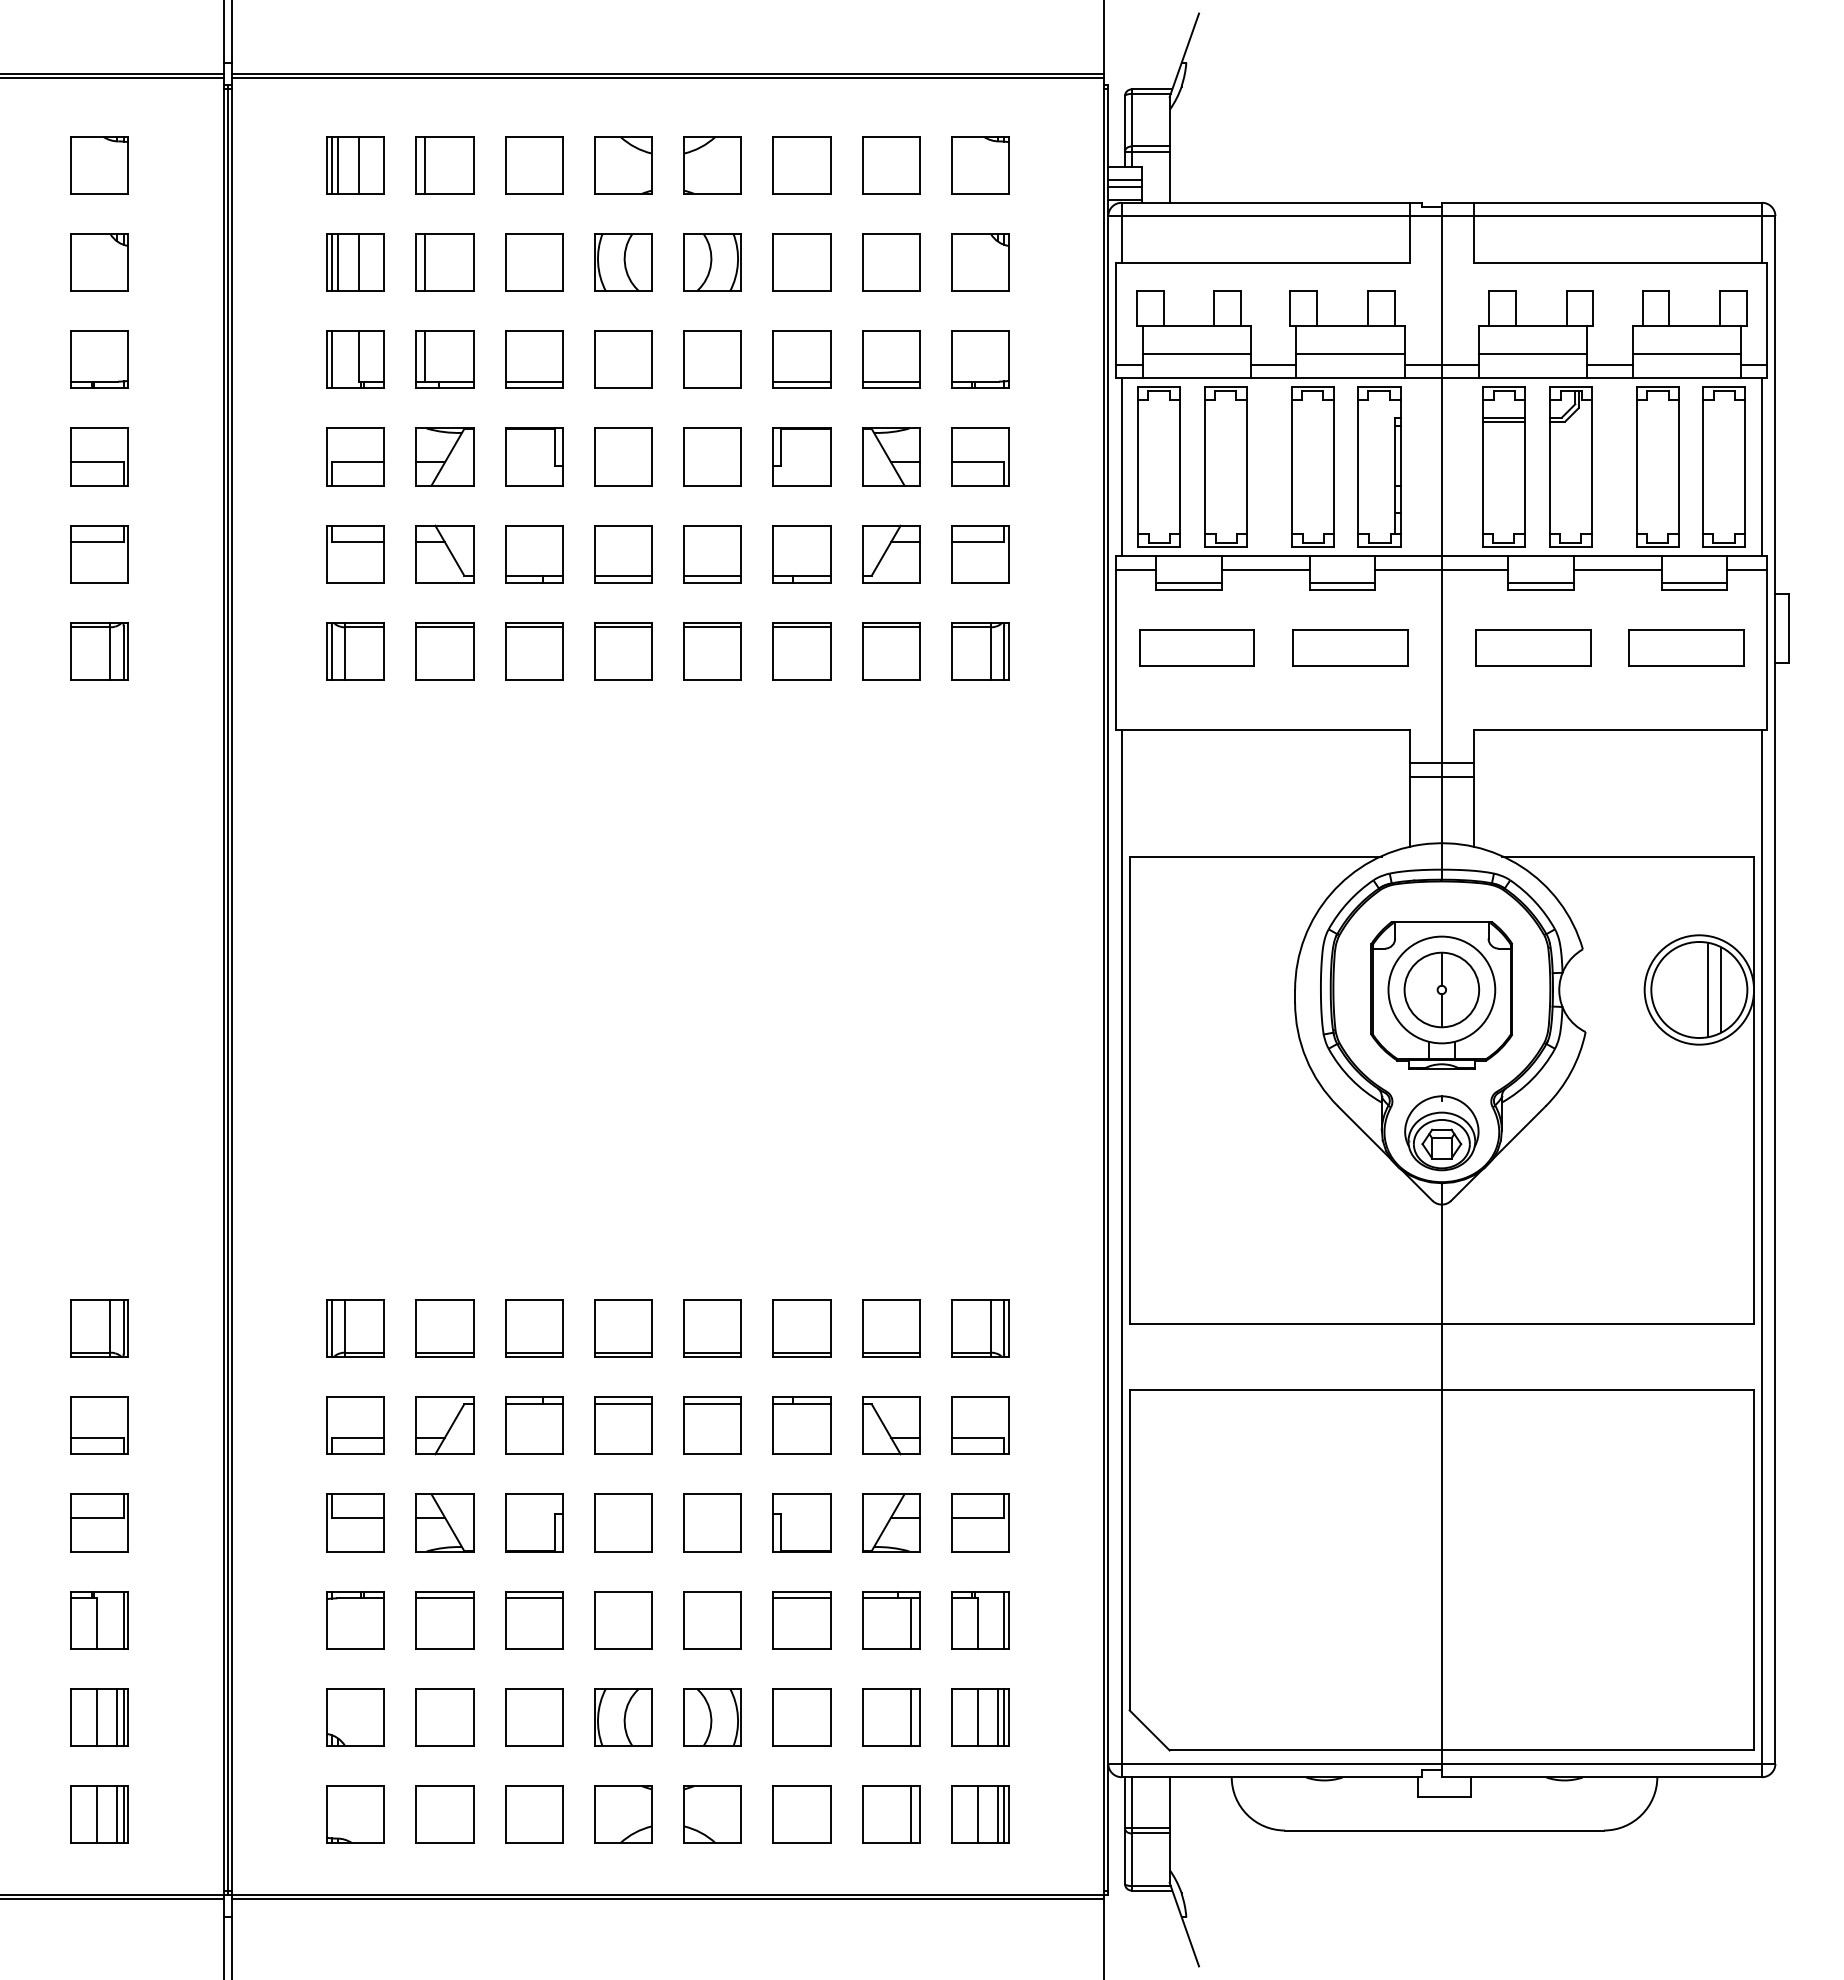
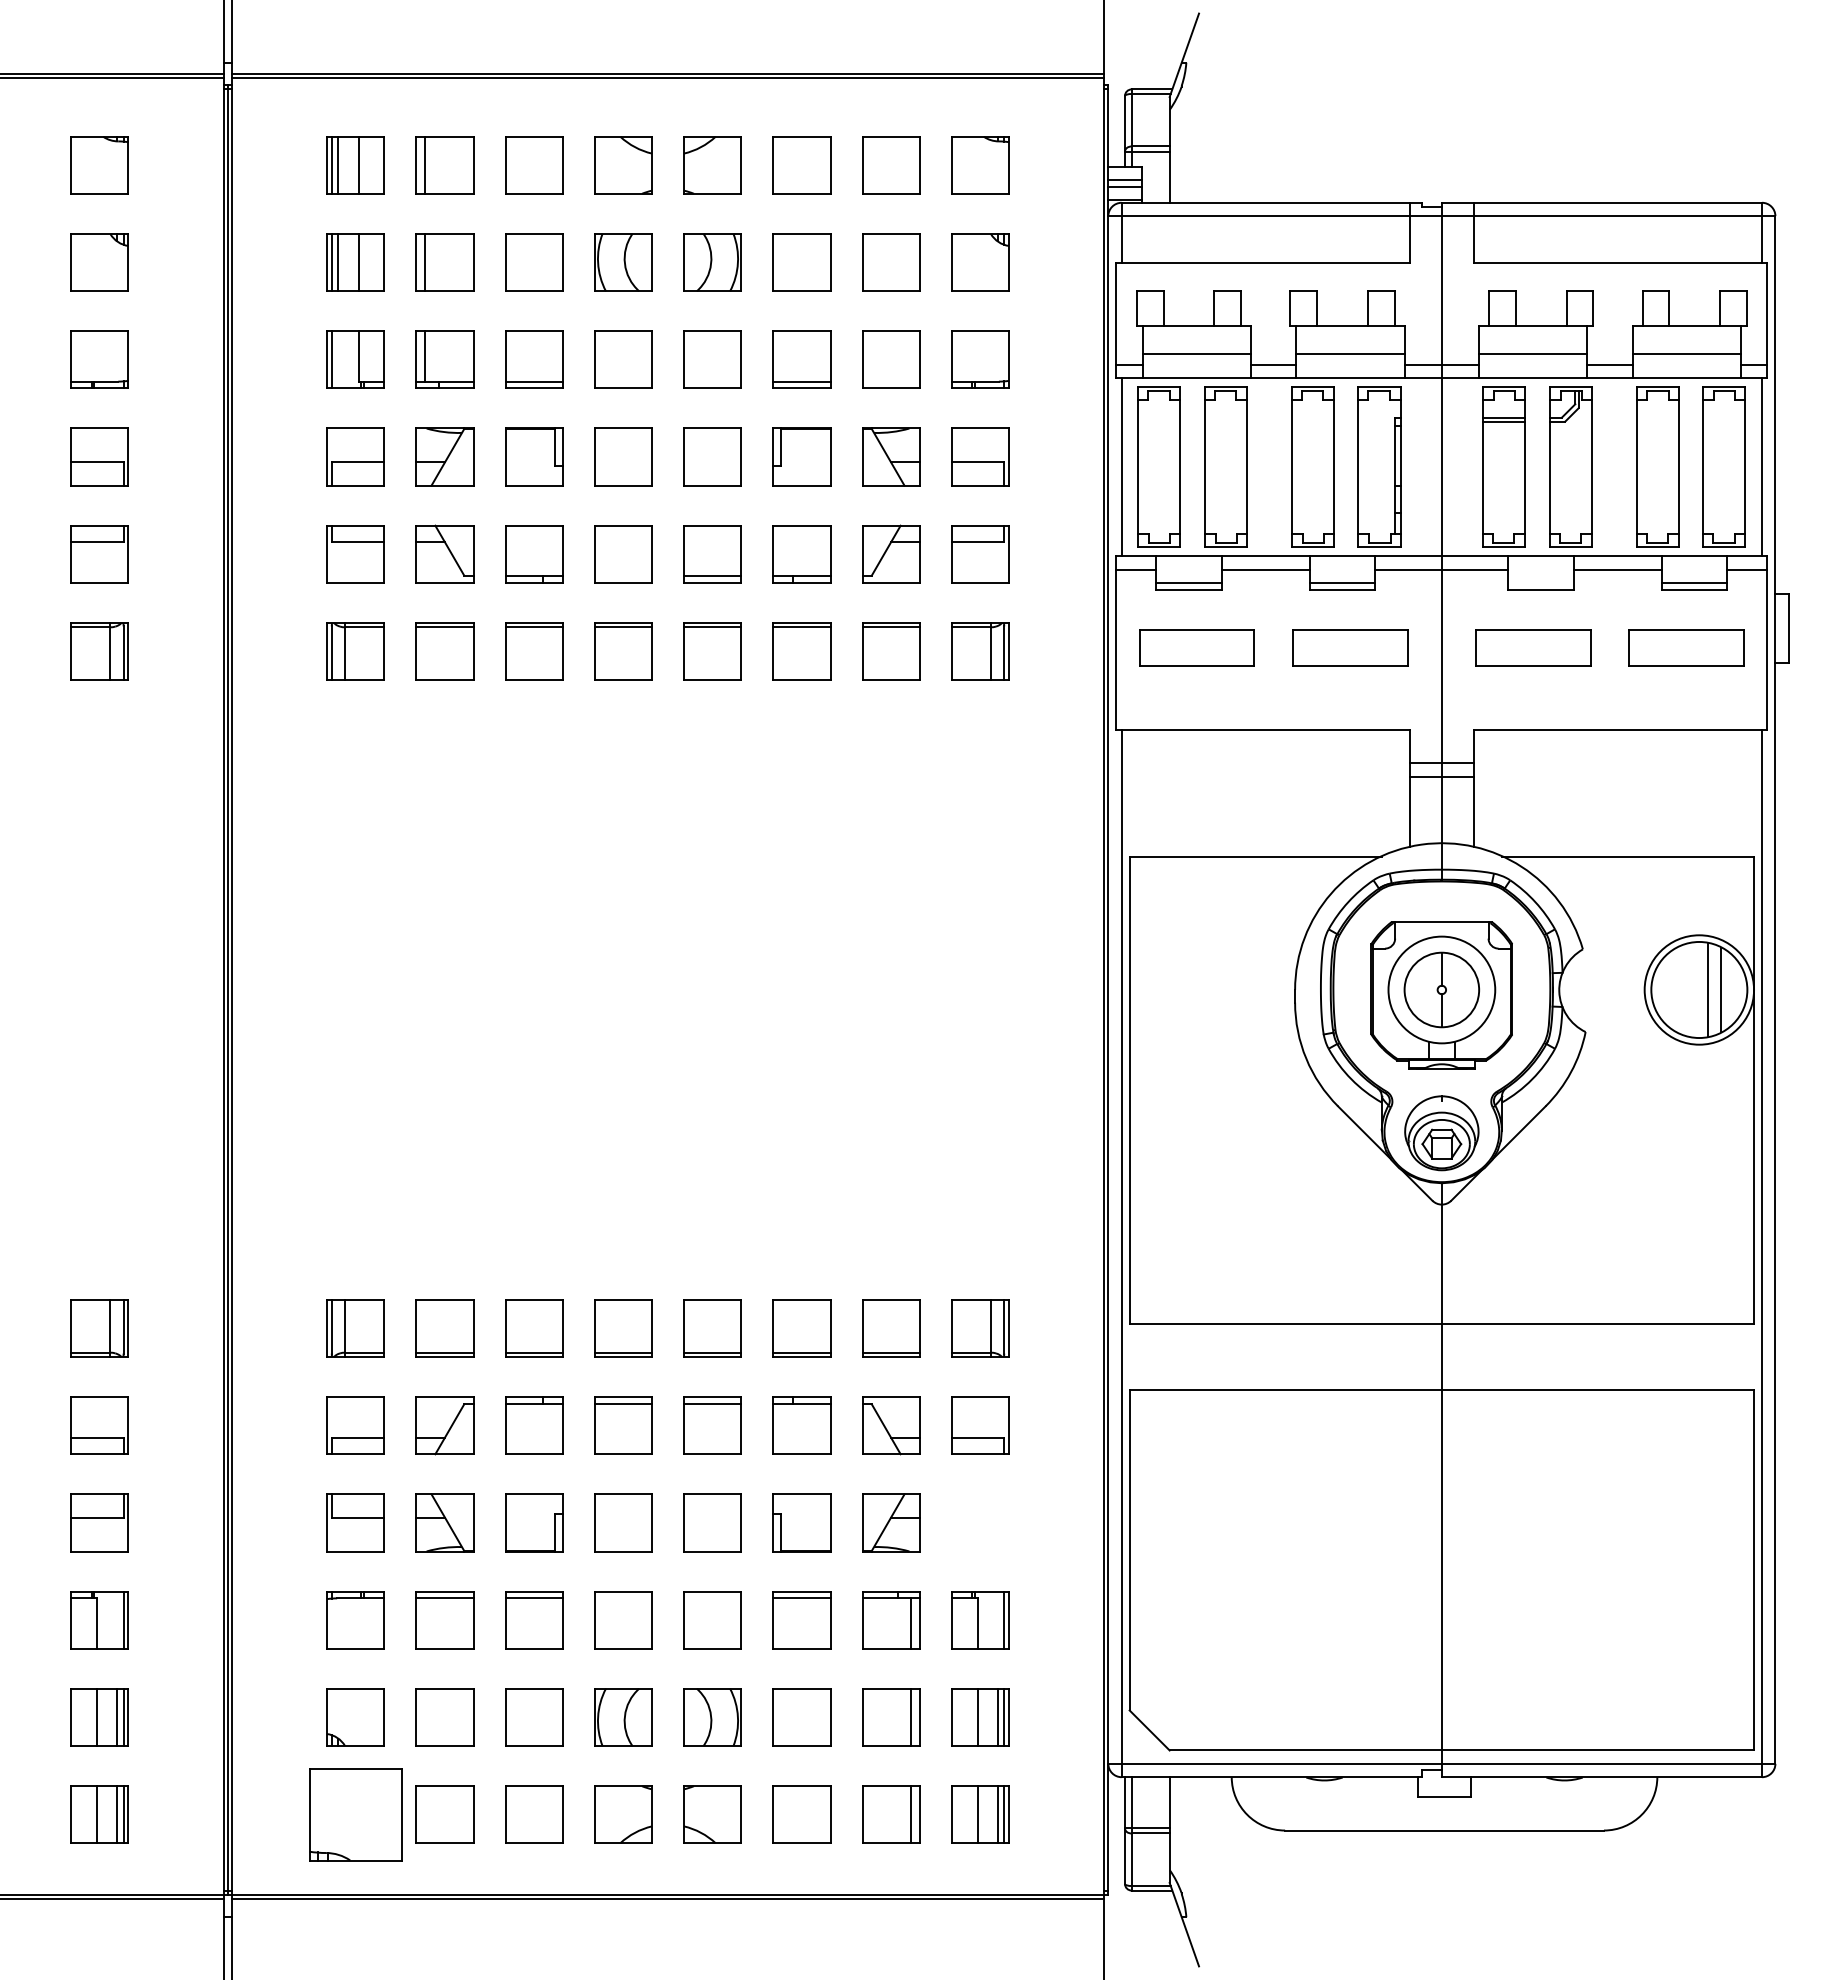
line at (890, 381): present -> none
line at (623, 575): present -> none
line at (1541, 583): present -> none
part at (980, 1522): present -> none
part at (355, 1814) size: 59x59 px -> 94x94 px
